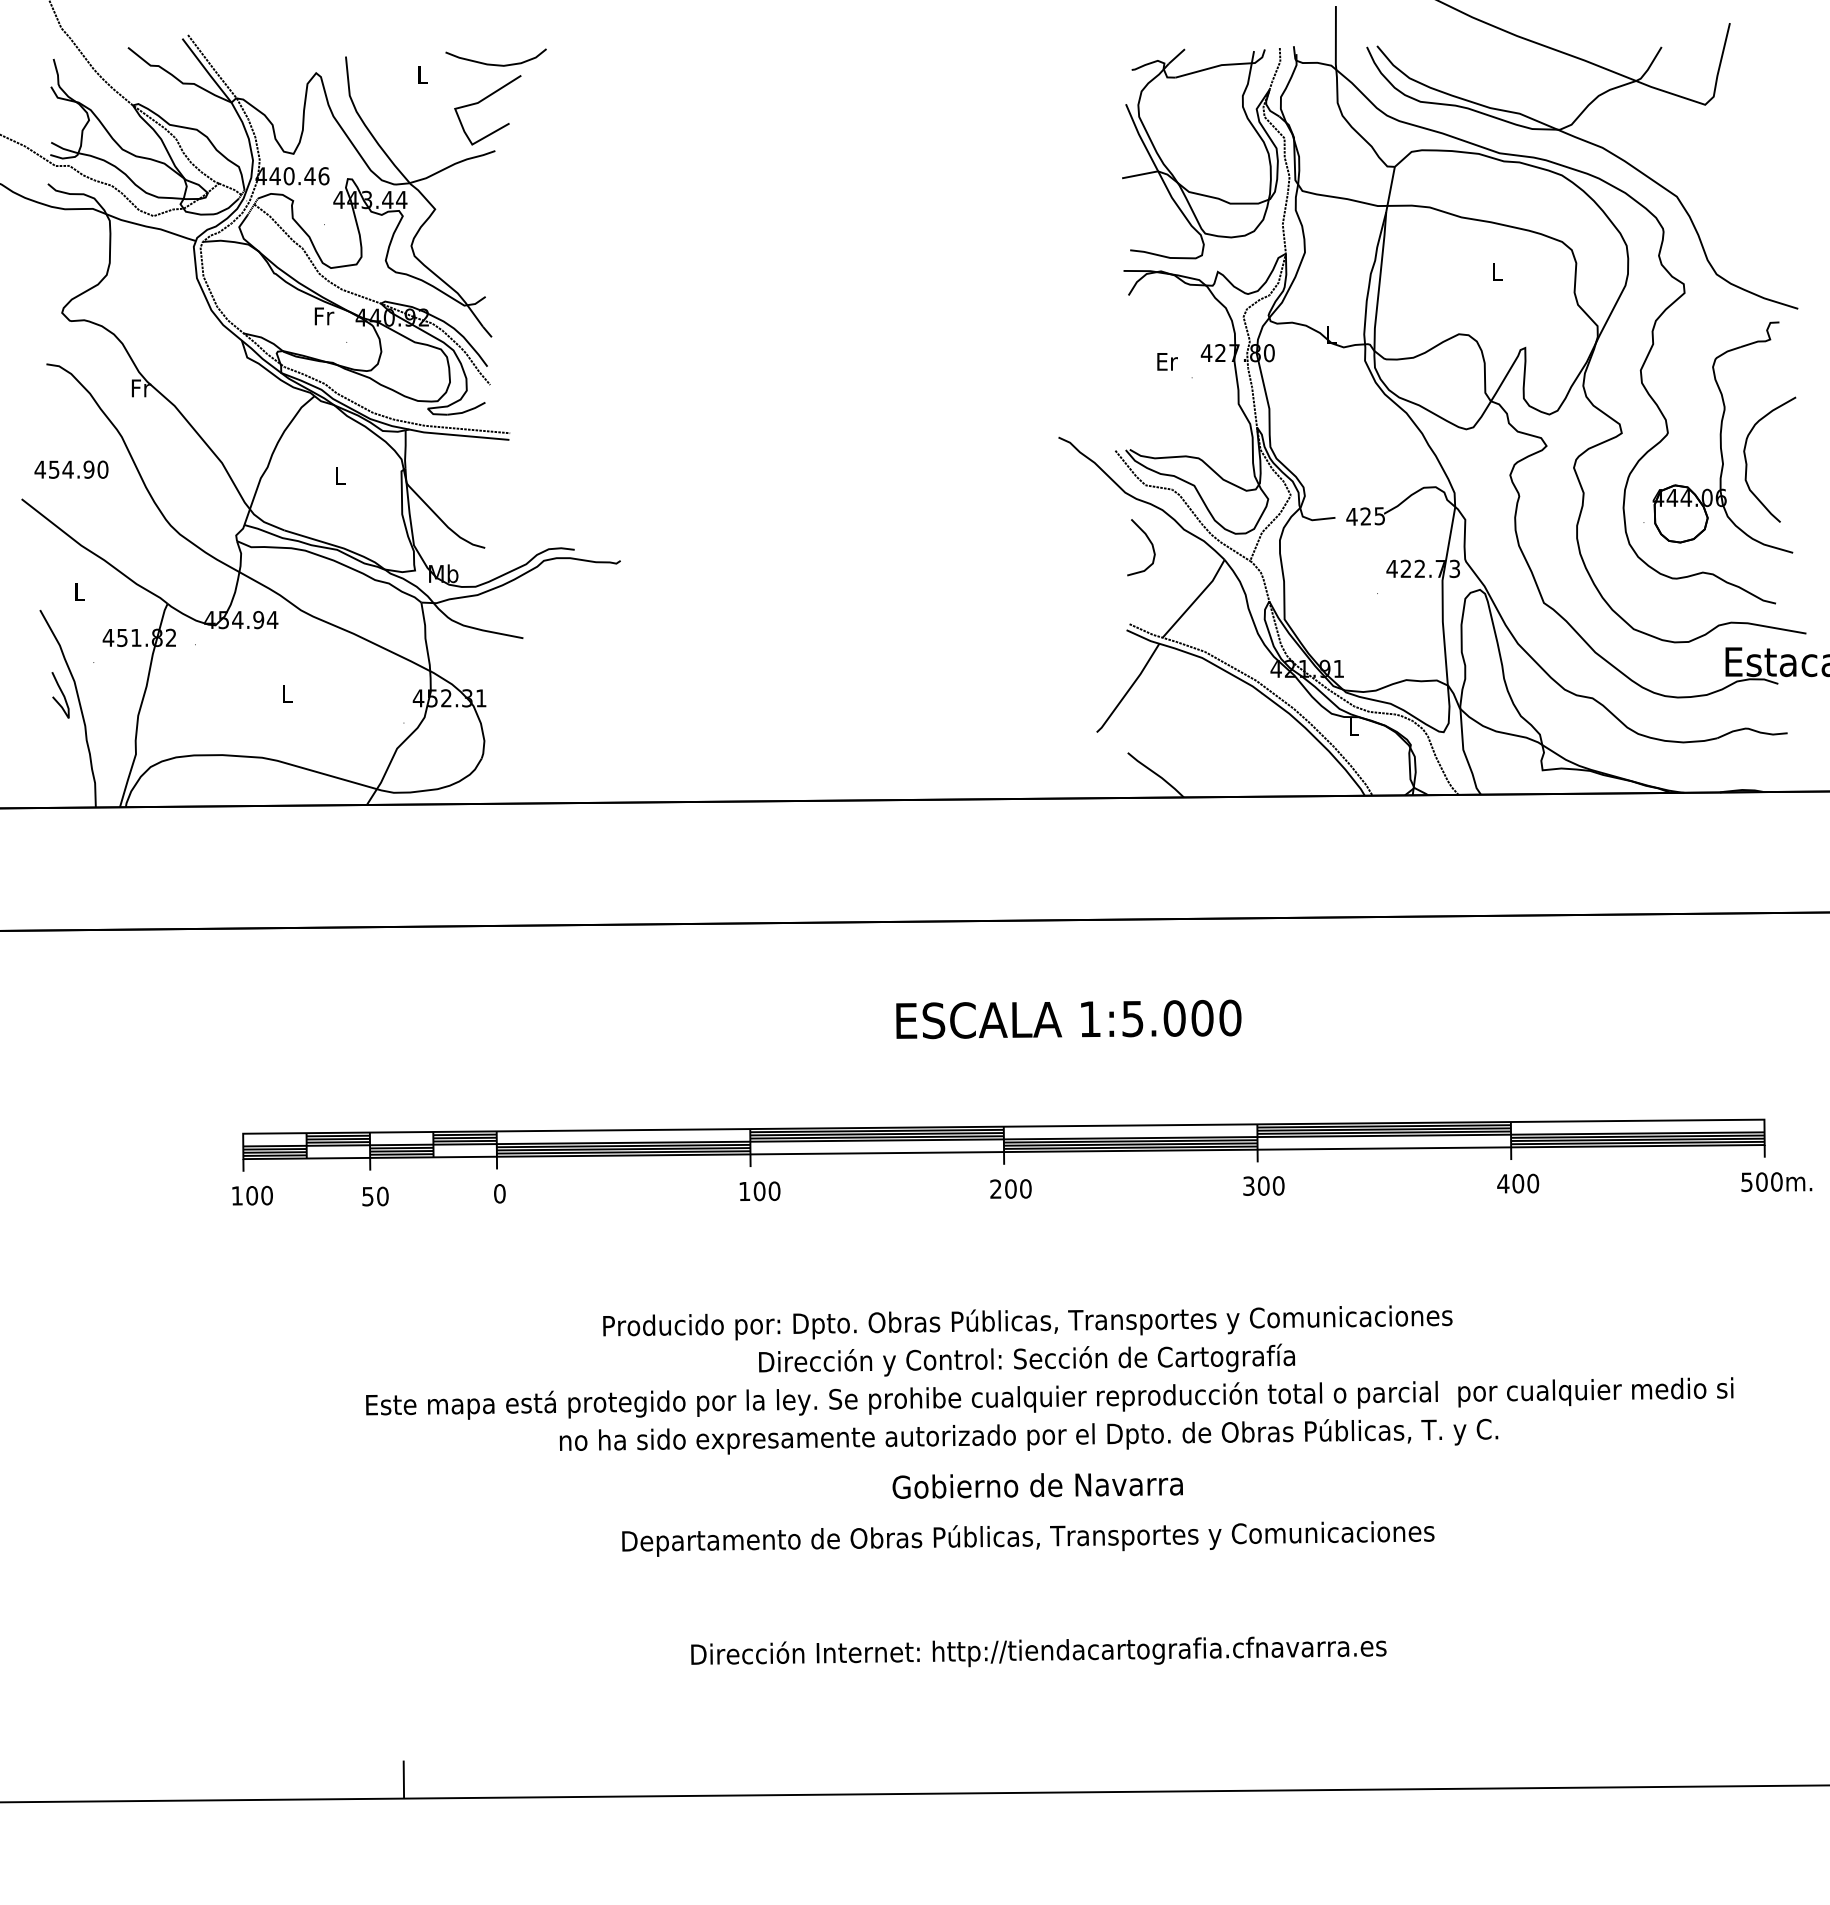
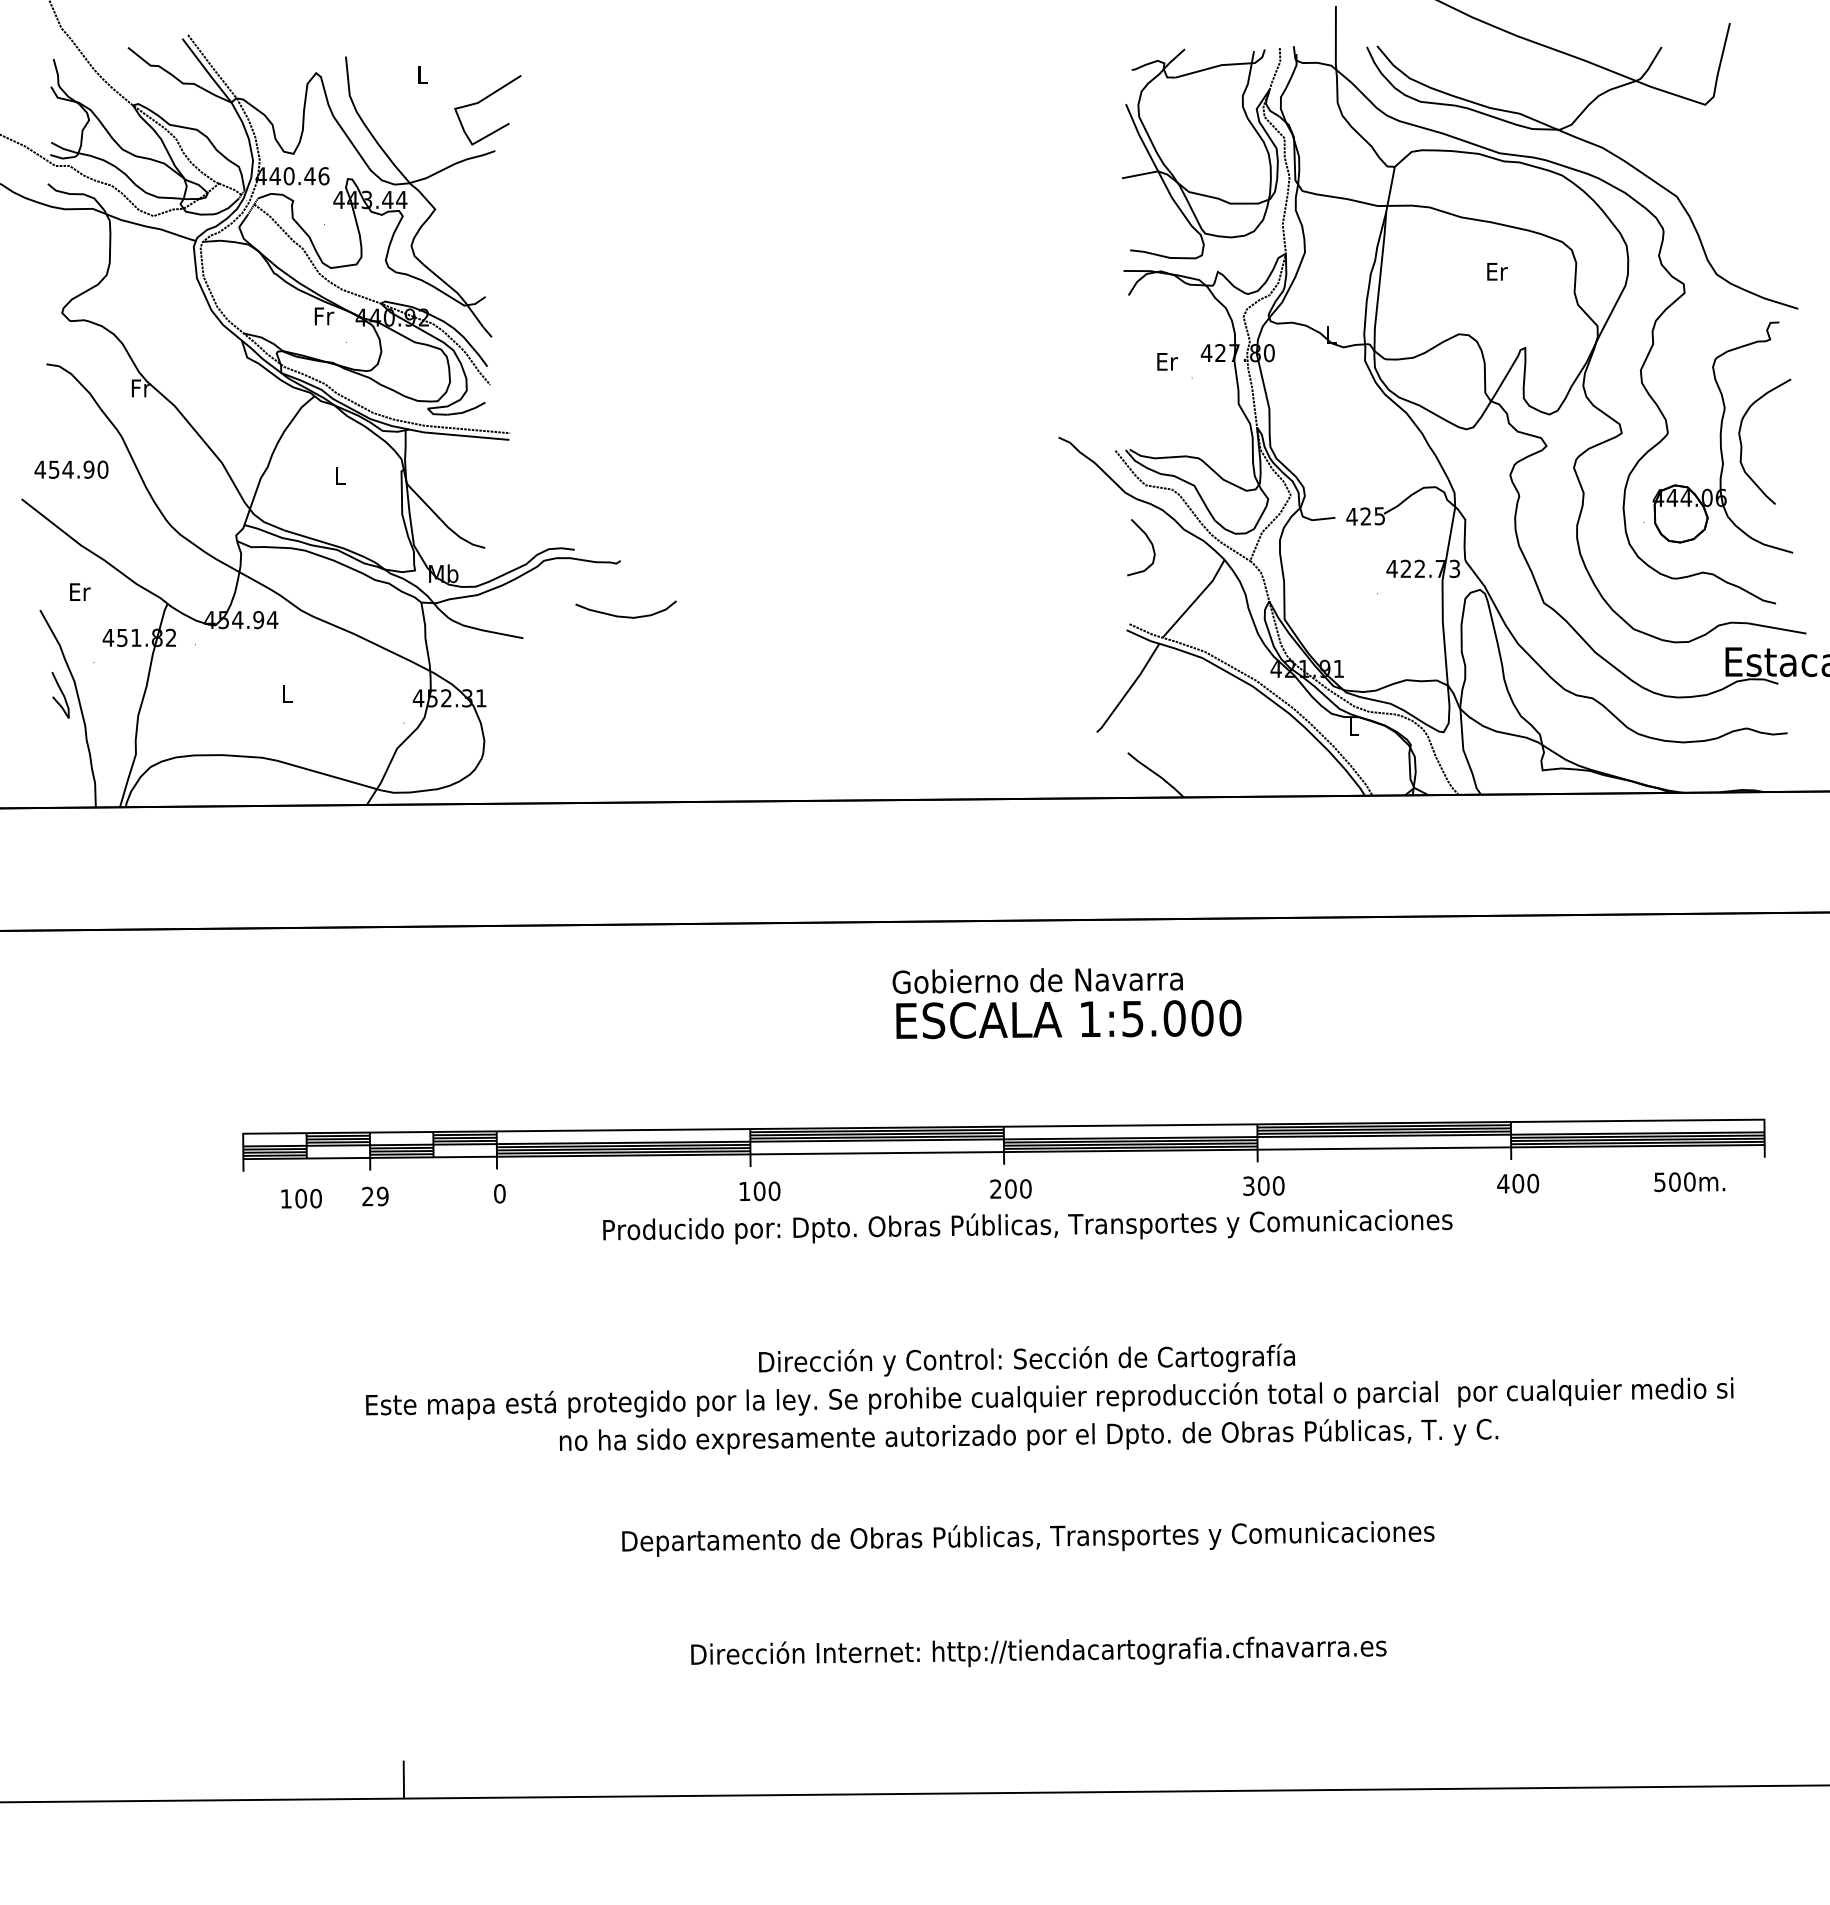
curve at (495, 64) position: (495, 64) -> (625, 616)
text at (1497, 271): L -> Er
curve at (1747, 463) position: (1747, 463) -> (1742, 445)
text at (80, 591): L -> Er
text at (1776, 1182) position: (1776, 1182) -> (1689, 1182)
text at (252, 1195) position: (252, 1195) -> (301, 1198)
text at (375, 1196): 50 -> 29
text at (1027, 1322) position: (1027, 1322) -> (1027, 1226)
text at (1037, 1485) position: (1037, 1485) -> (1037, 980)
